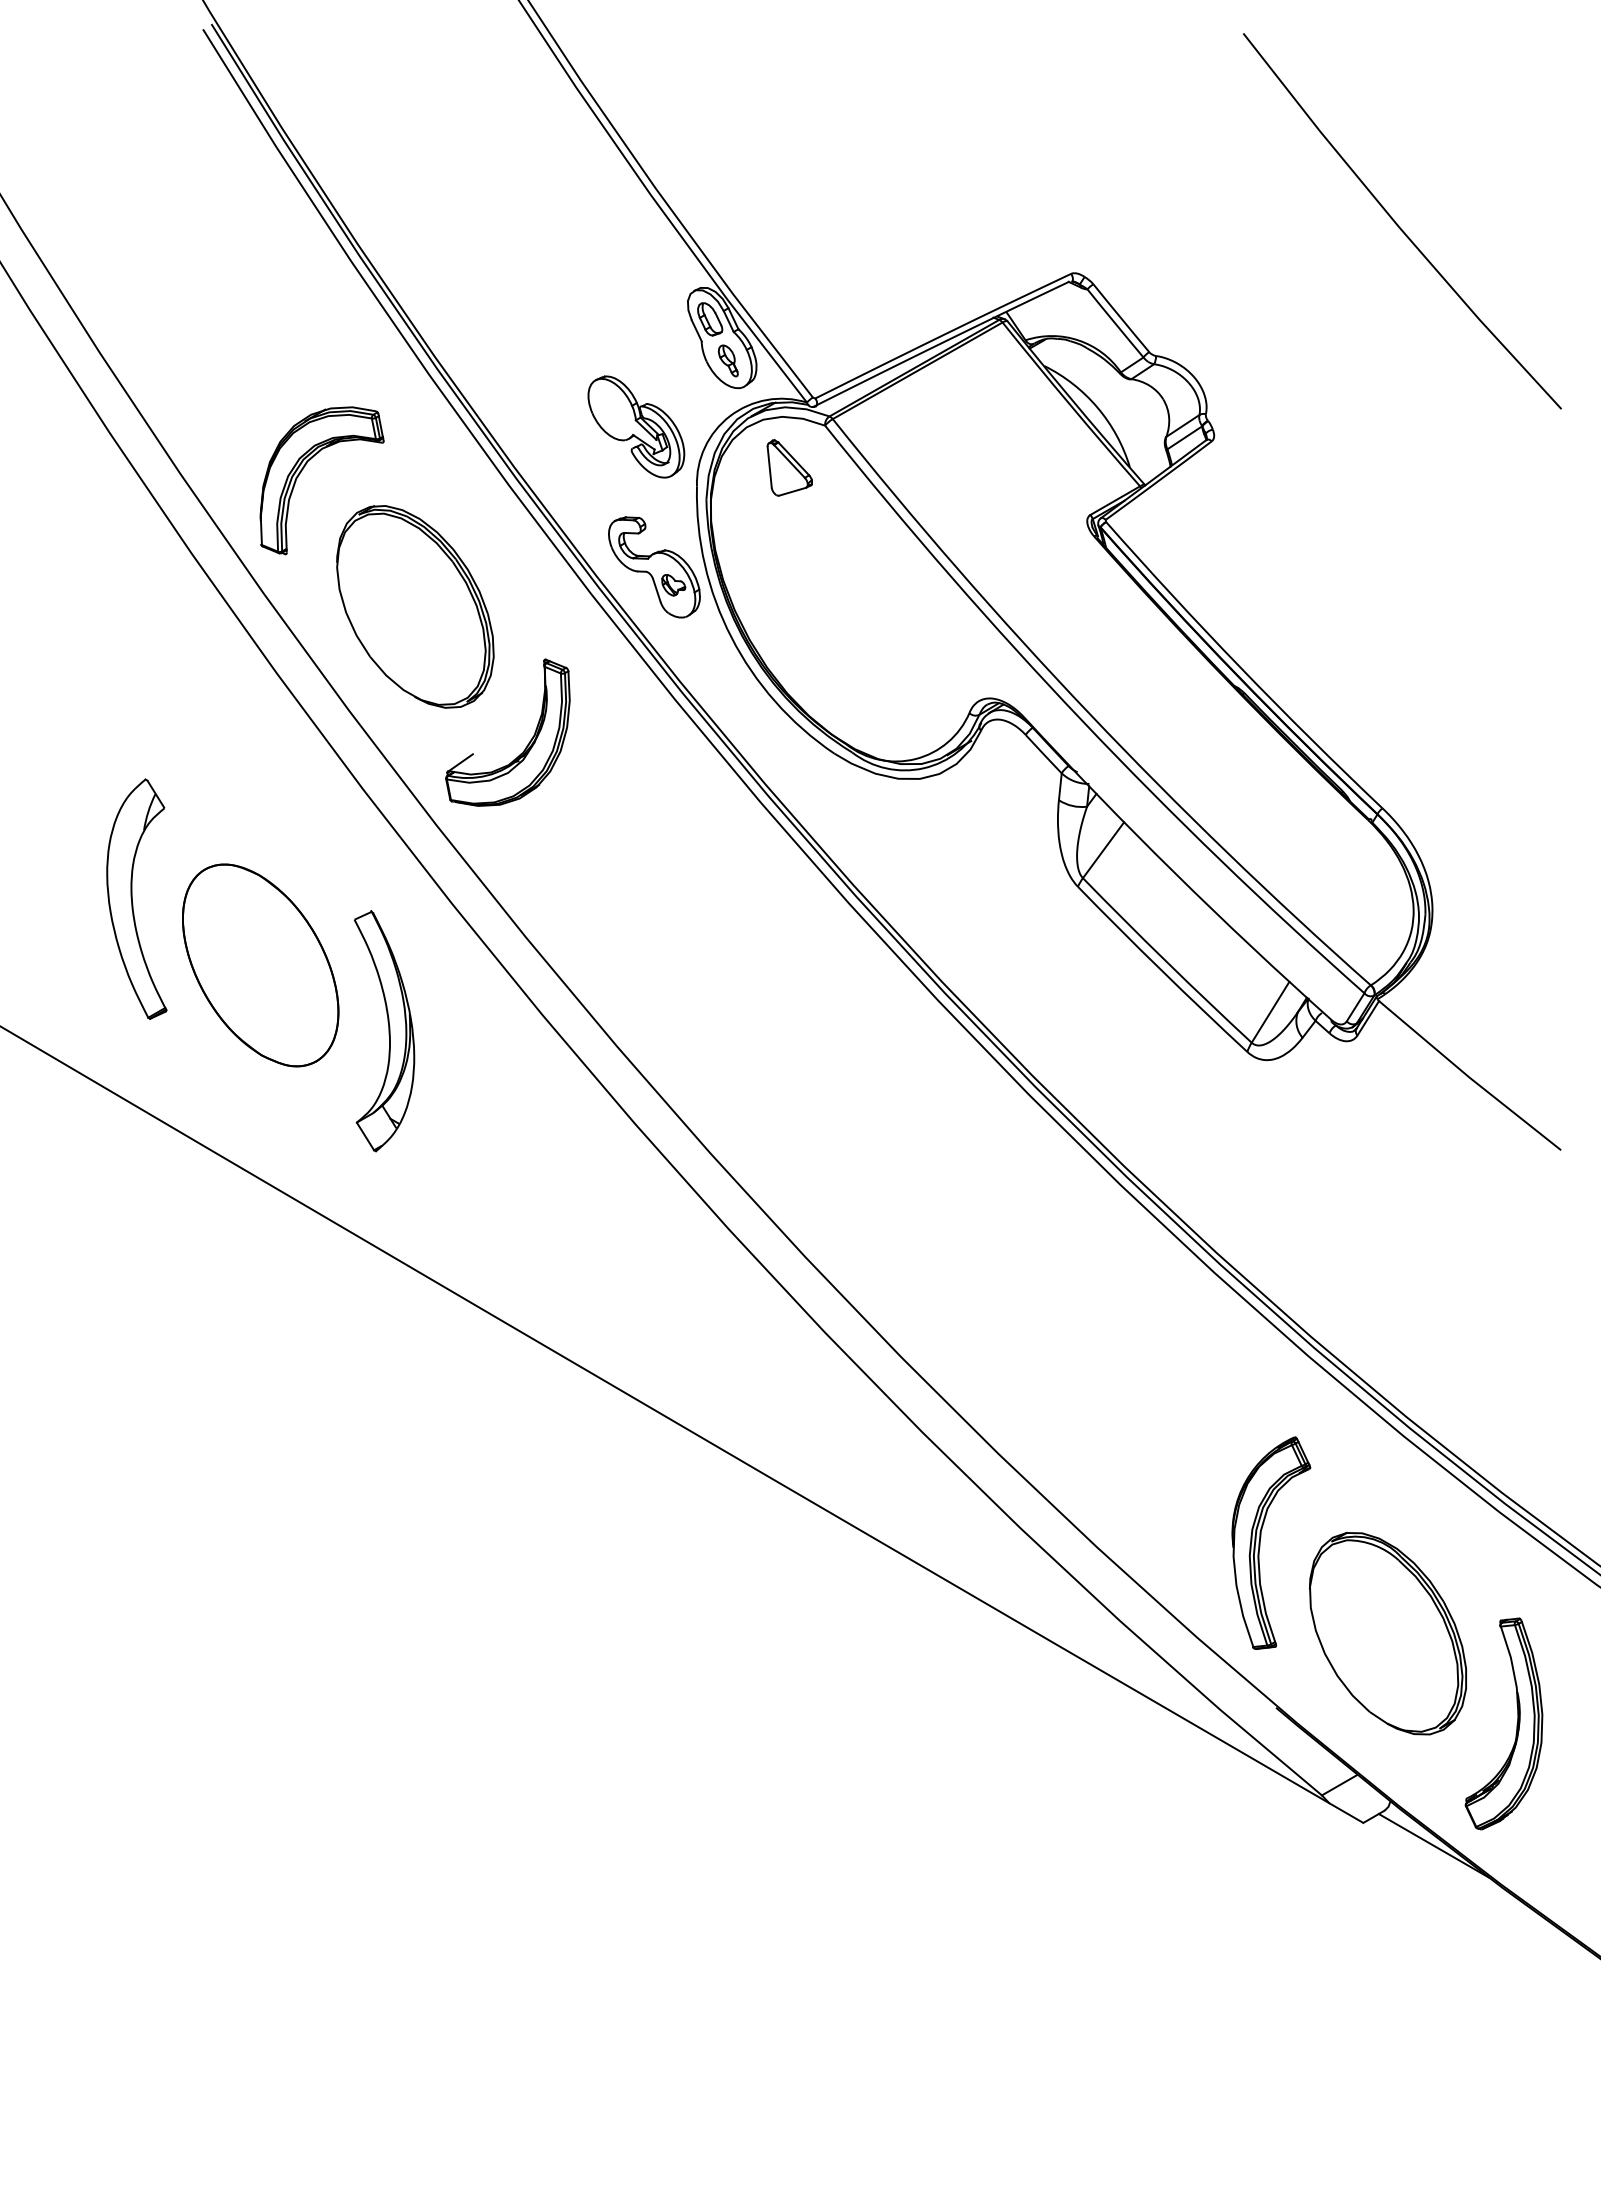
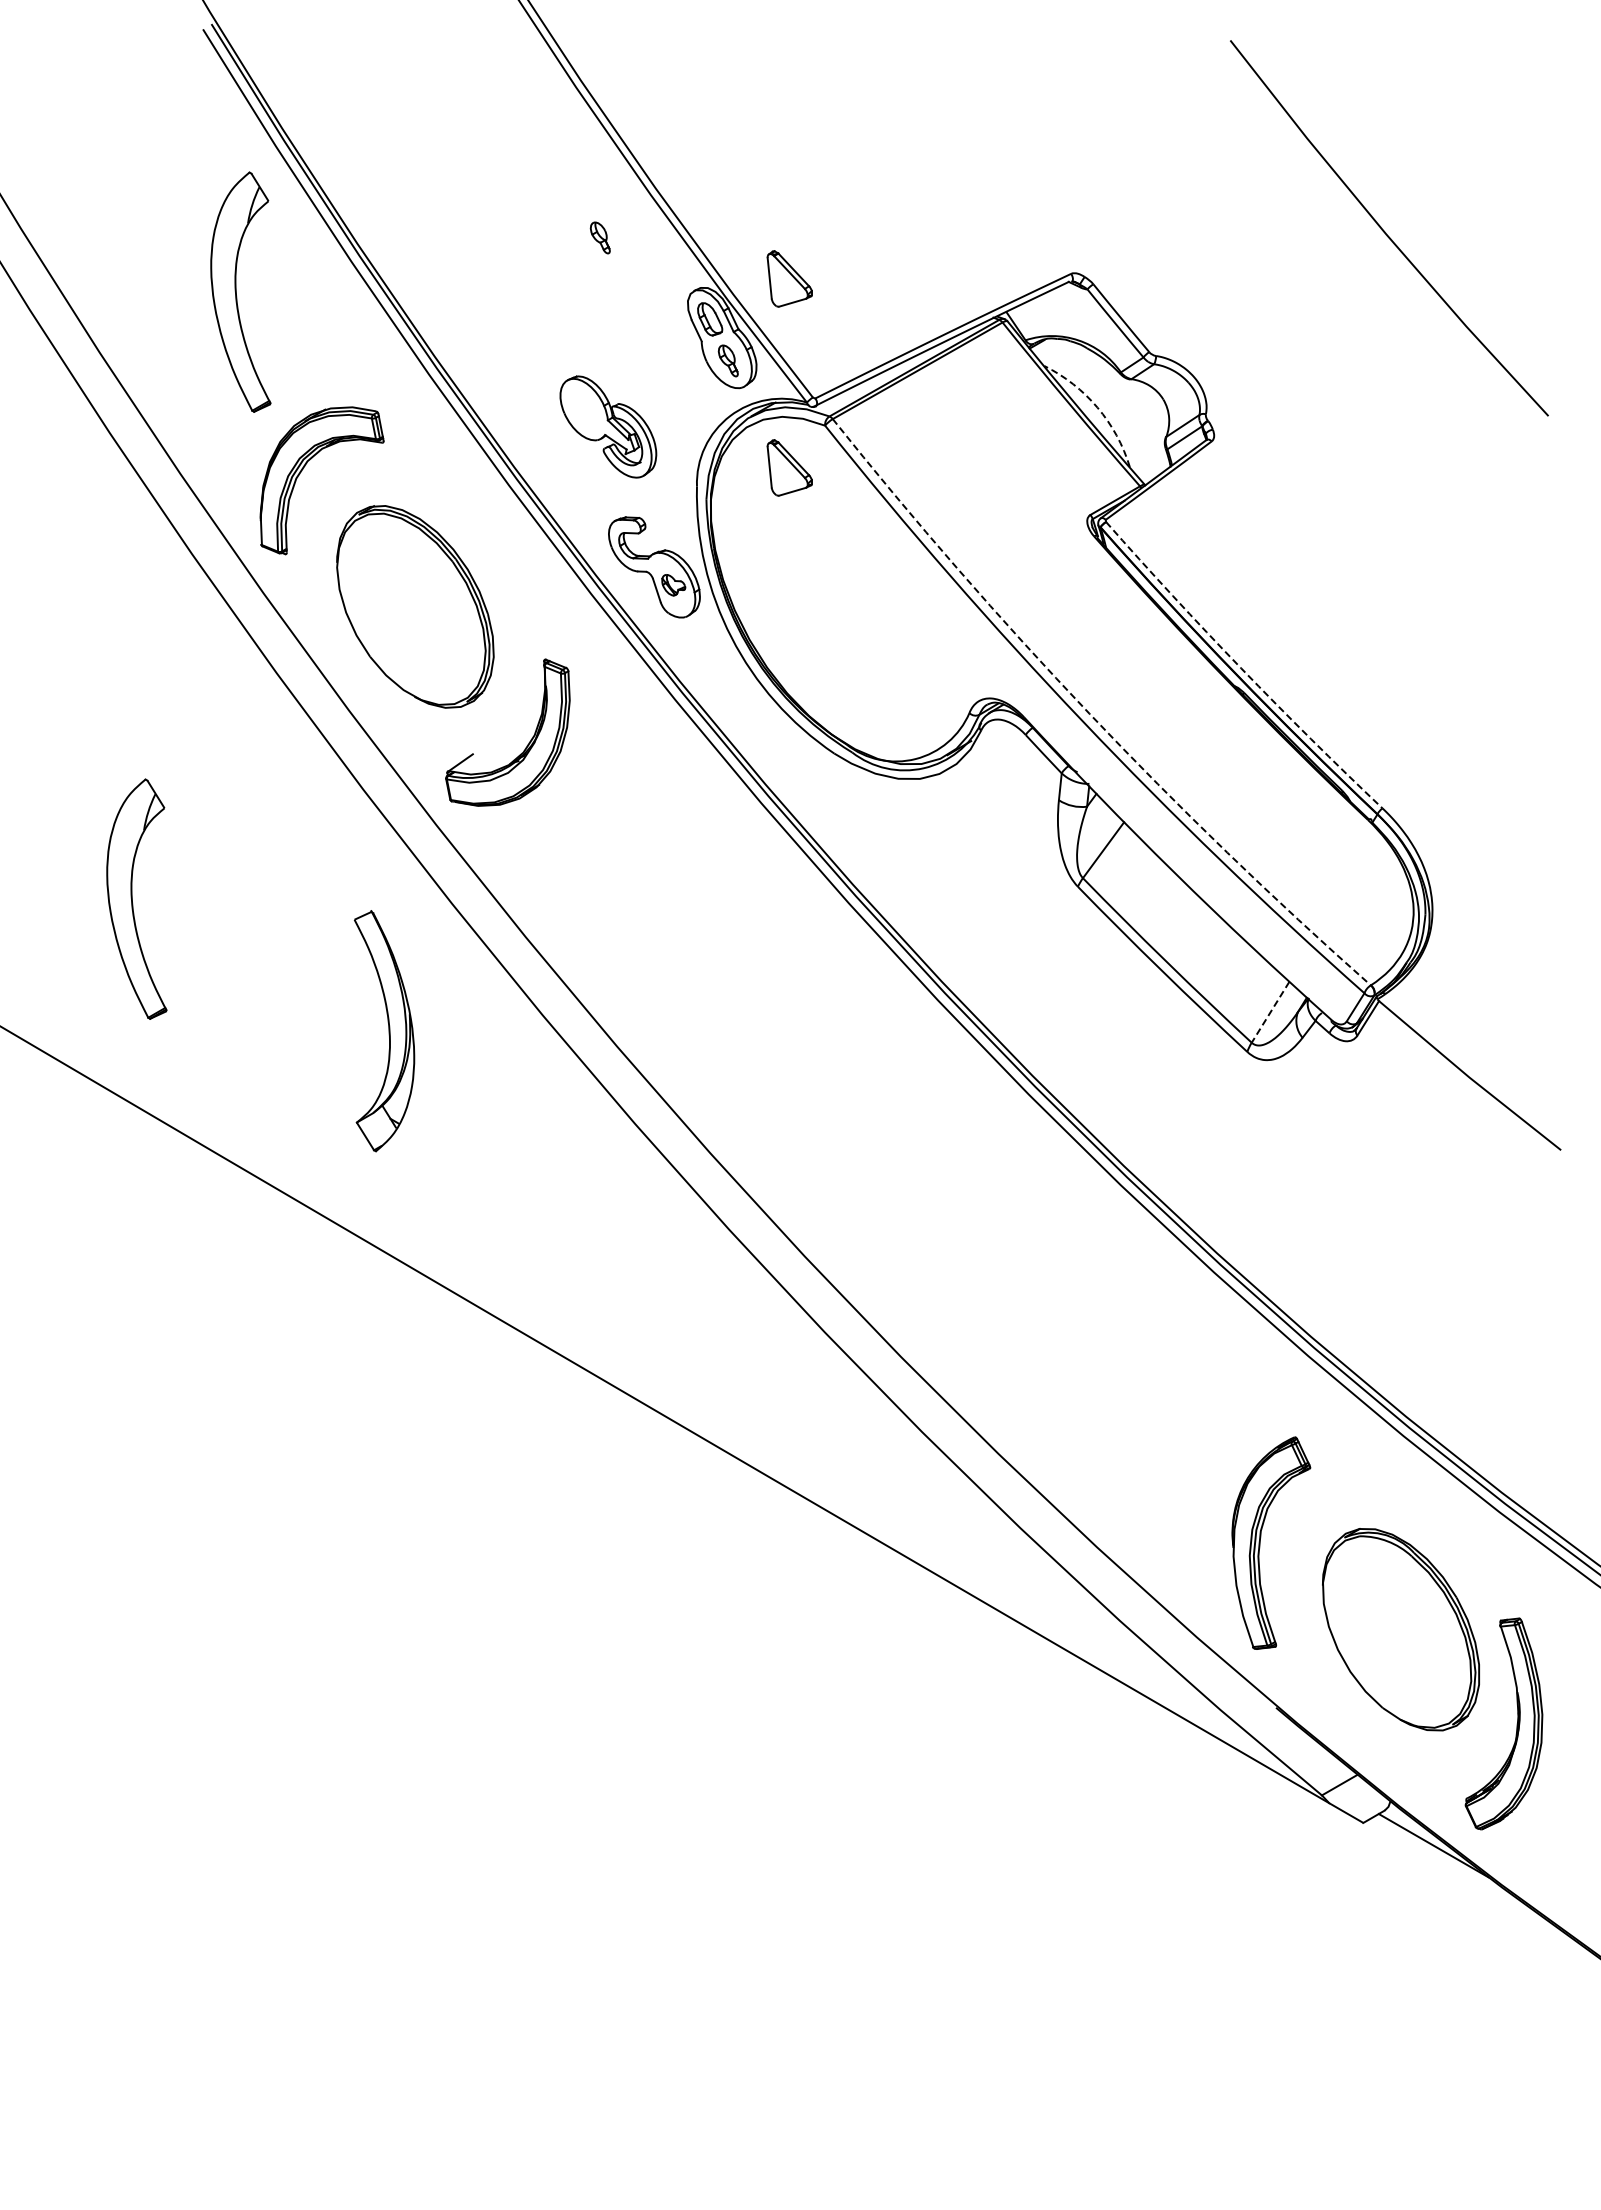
line at (1398, 224) position: (1398, 224) -> (1385, 231)
part at (599, 237): none -> present
part at (789, 278): none -> present
part at (240, 291): none -> present
arc at (1097, 407): solid -> dashed
part at (636, 426) position: (636, 426) -> (608, 426)
arc at (1241, 668): solid -> dashed
arc at (1089, 713): solid -> dashed
part at (260, 965): present -> none
line at (1270, 1012): solid -> dashed
part at (1387, 1633) position: (1387, 1633) -> (1400, 1629)
